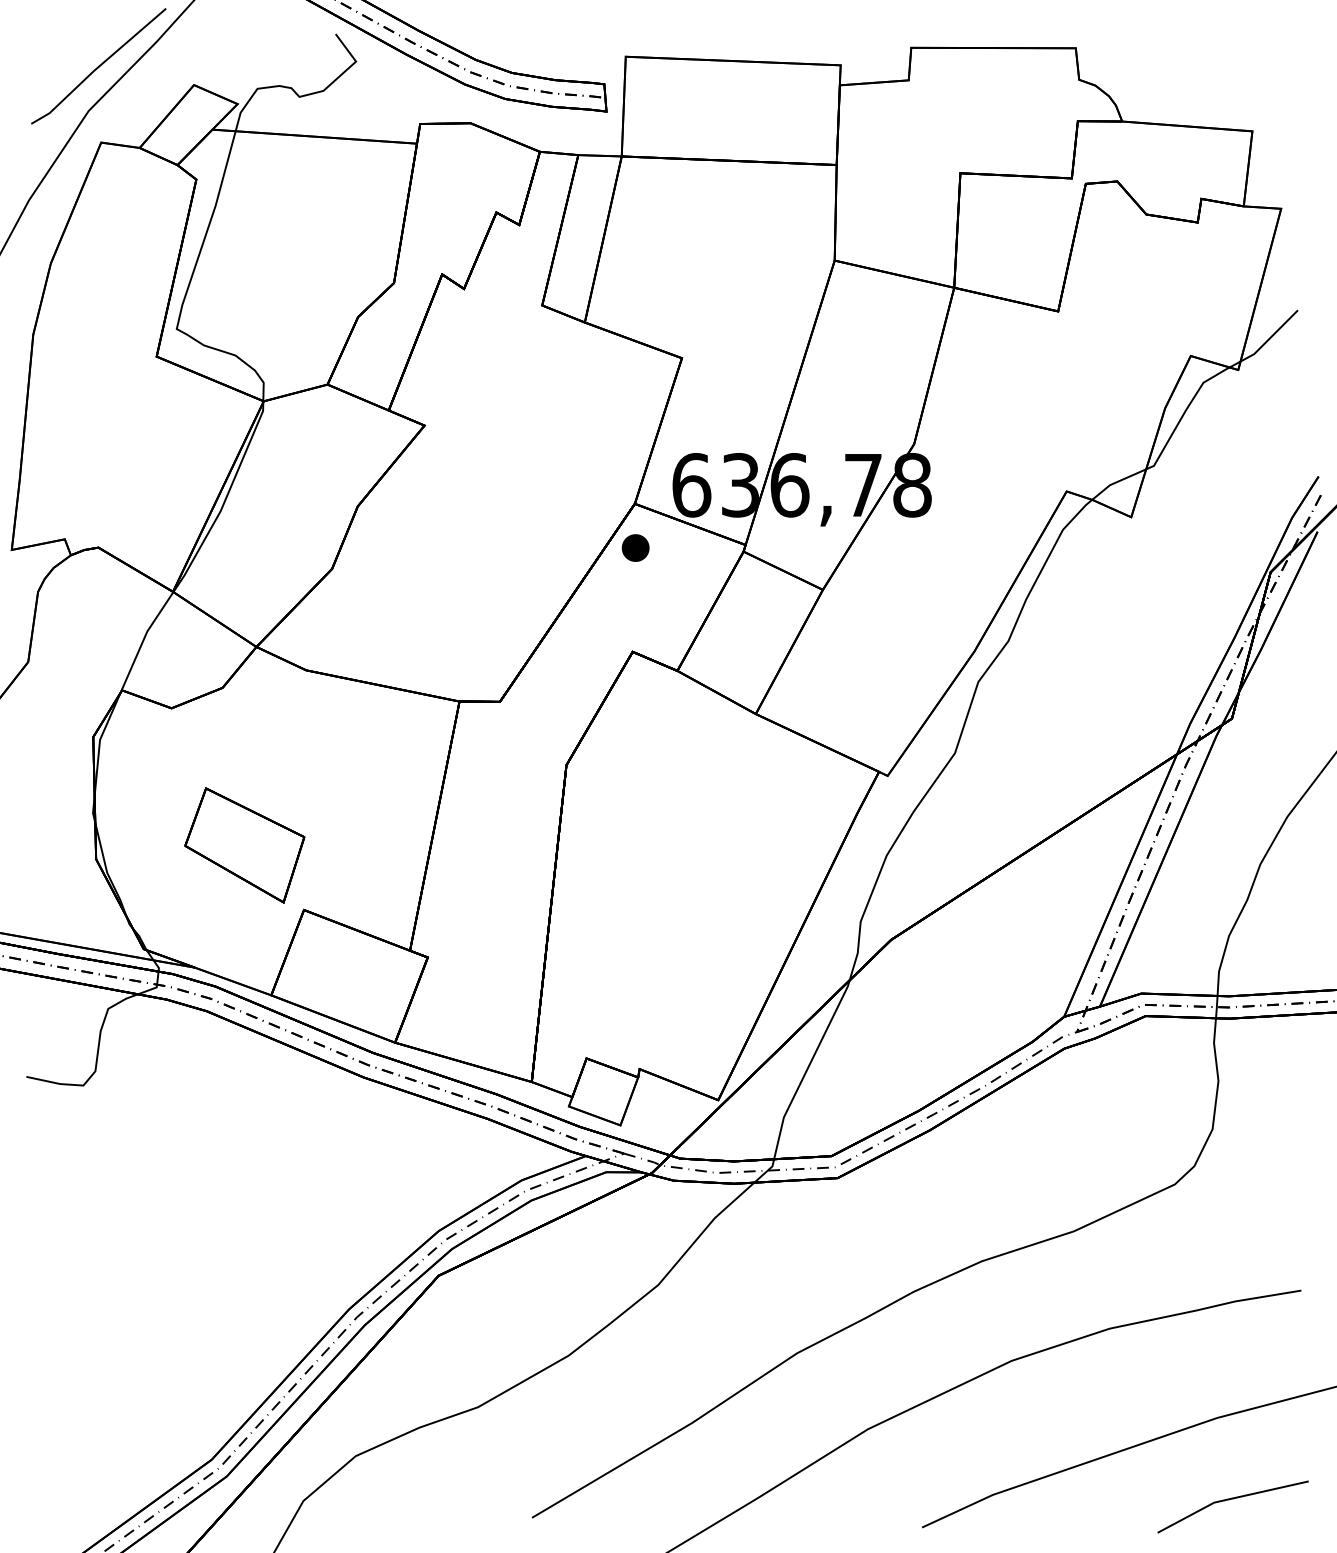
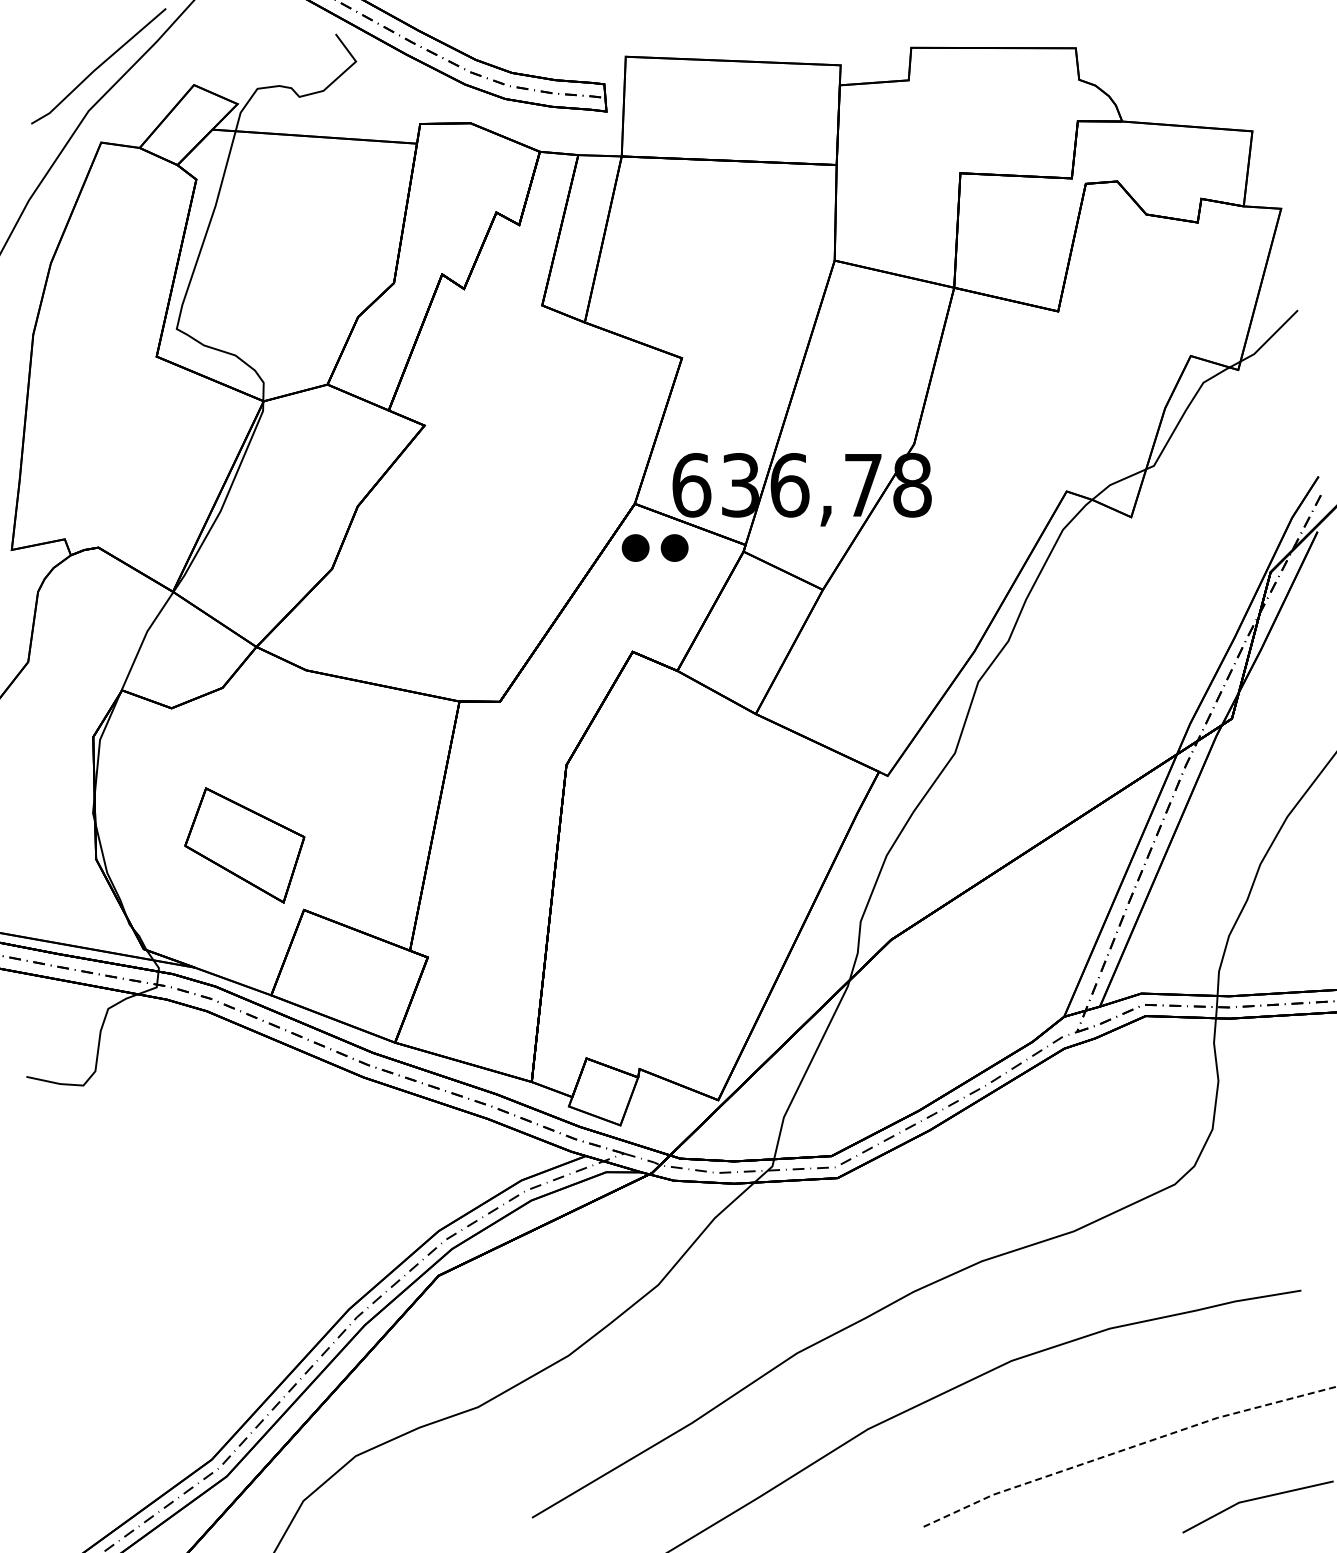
part at (674, 547): none -> present
line at (1125, 1449): solid -> dashed
line at (1229, 1500) position: (1229, 1500) -> (1254, 1500)
